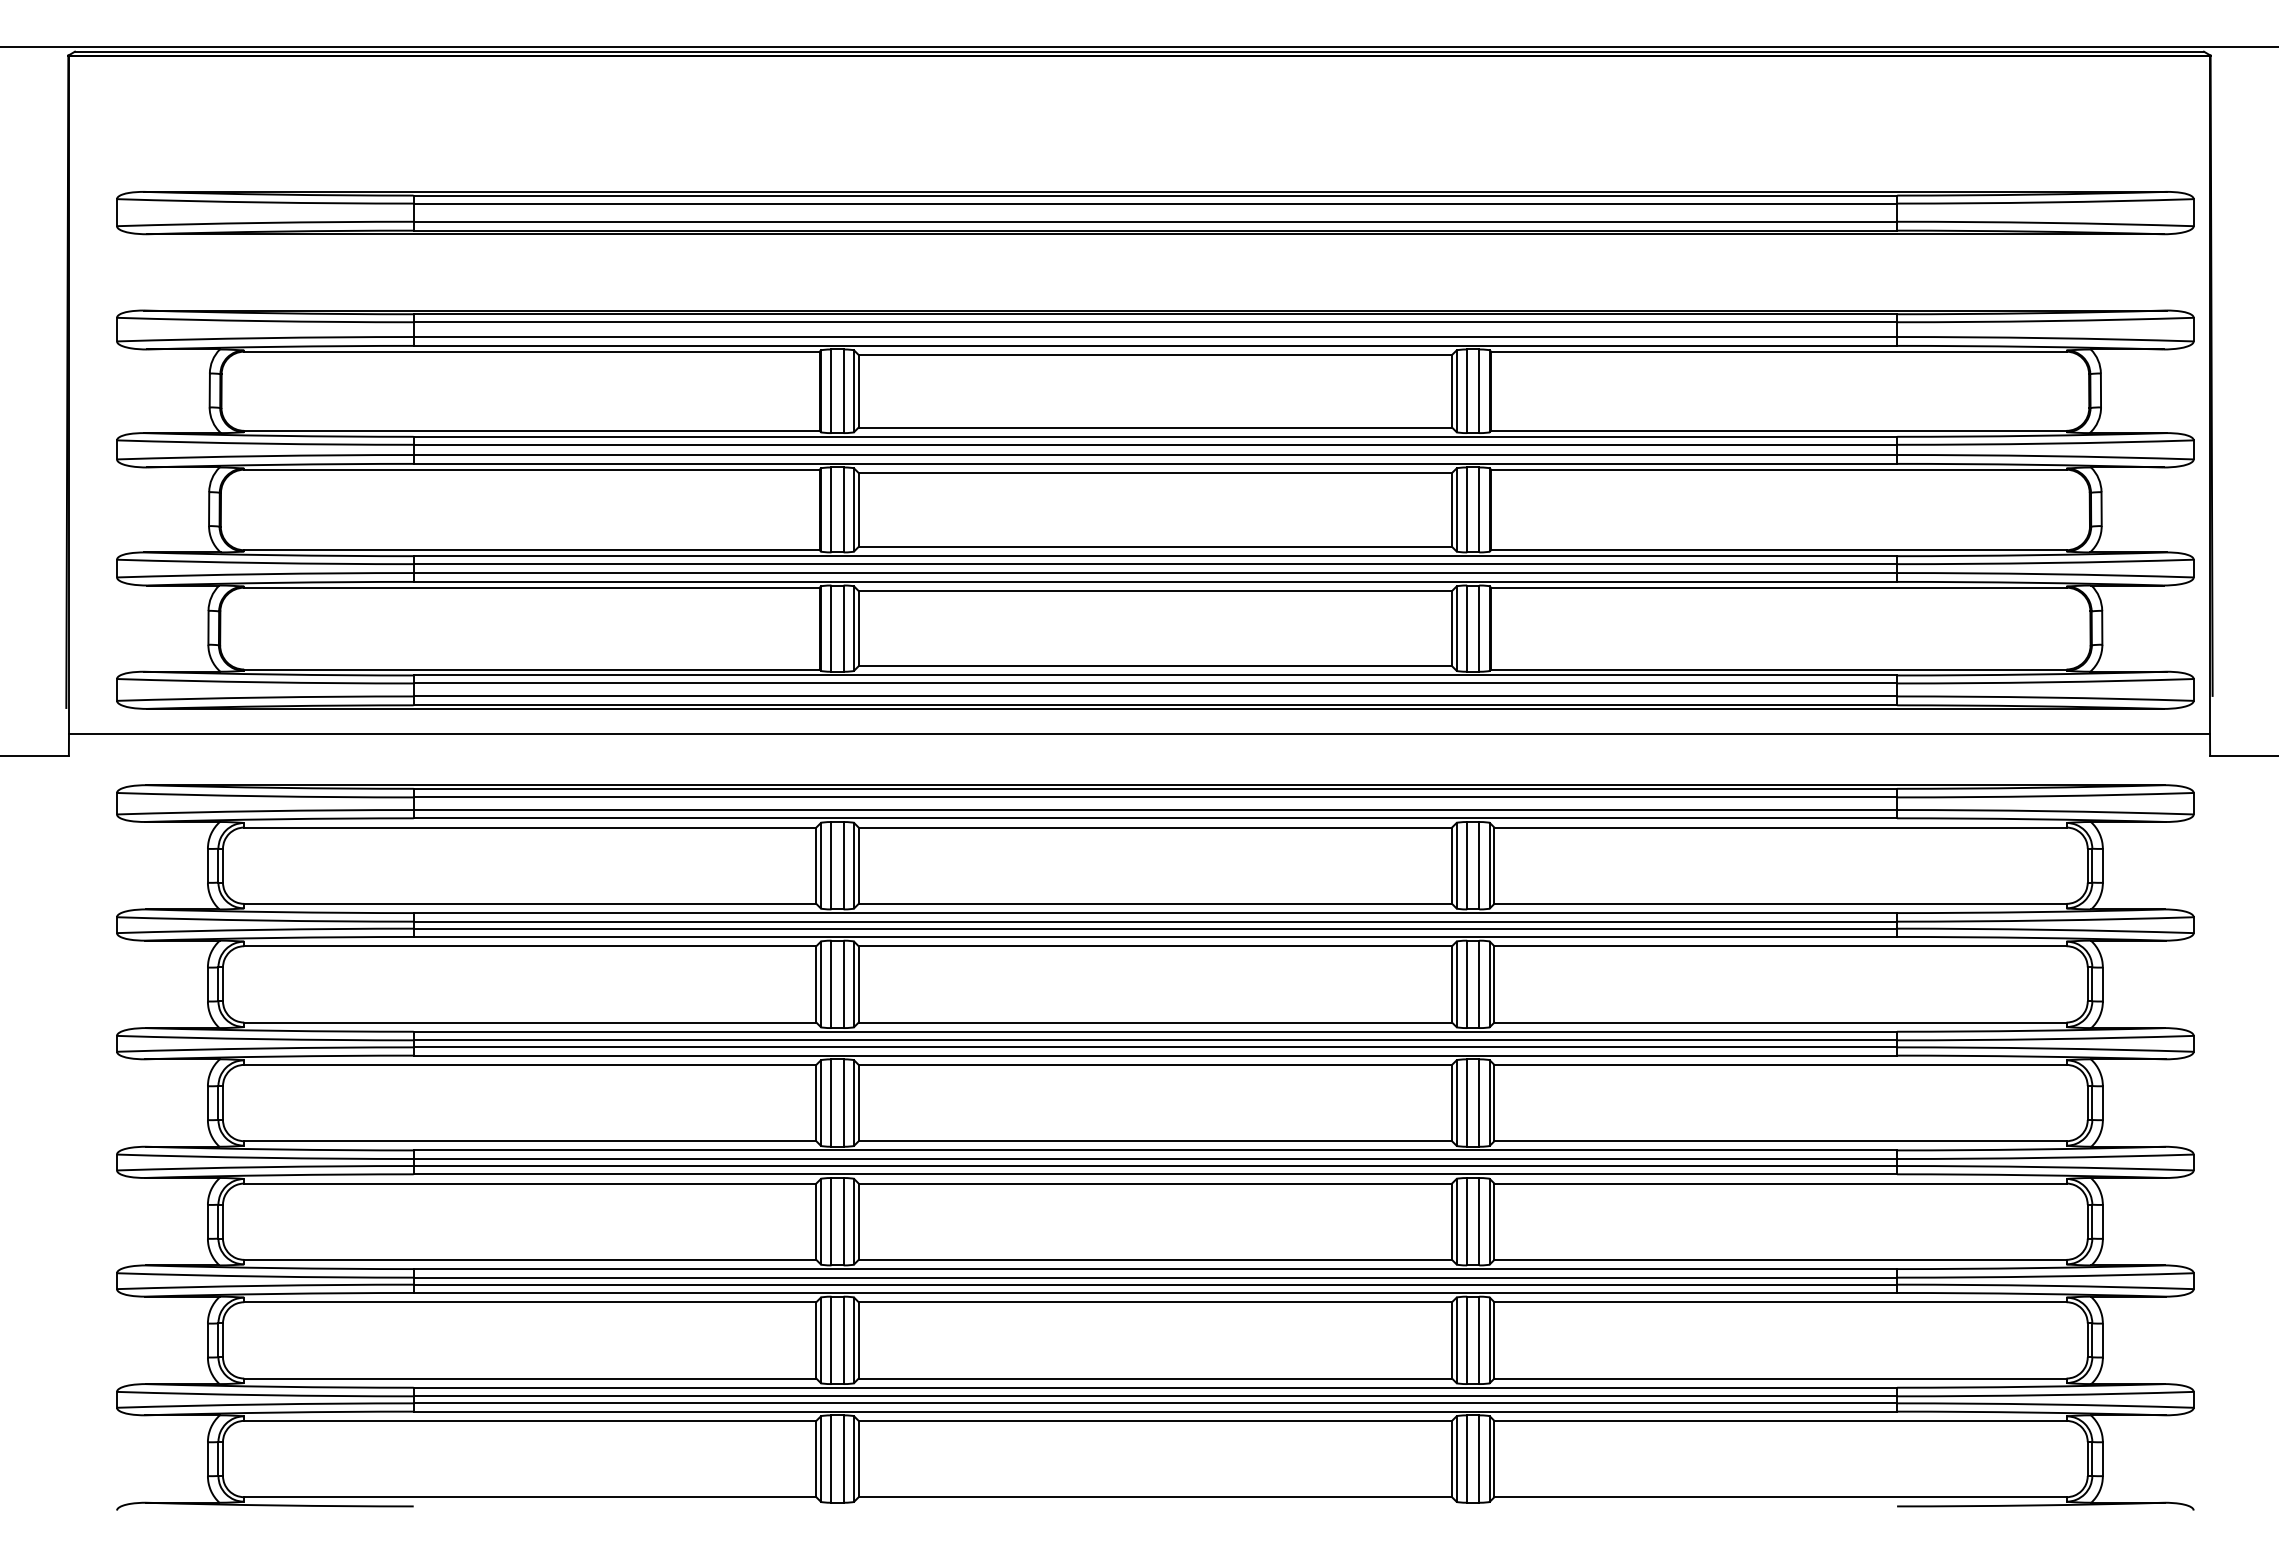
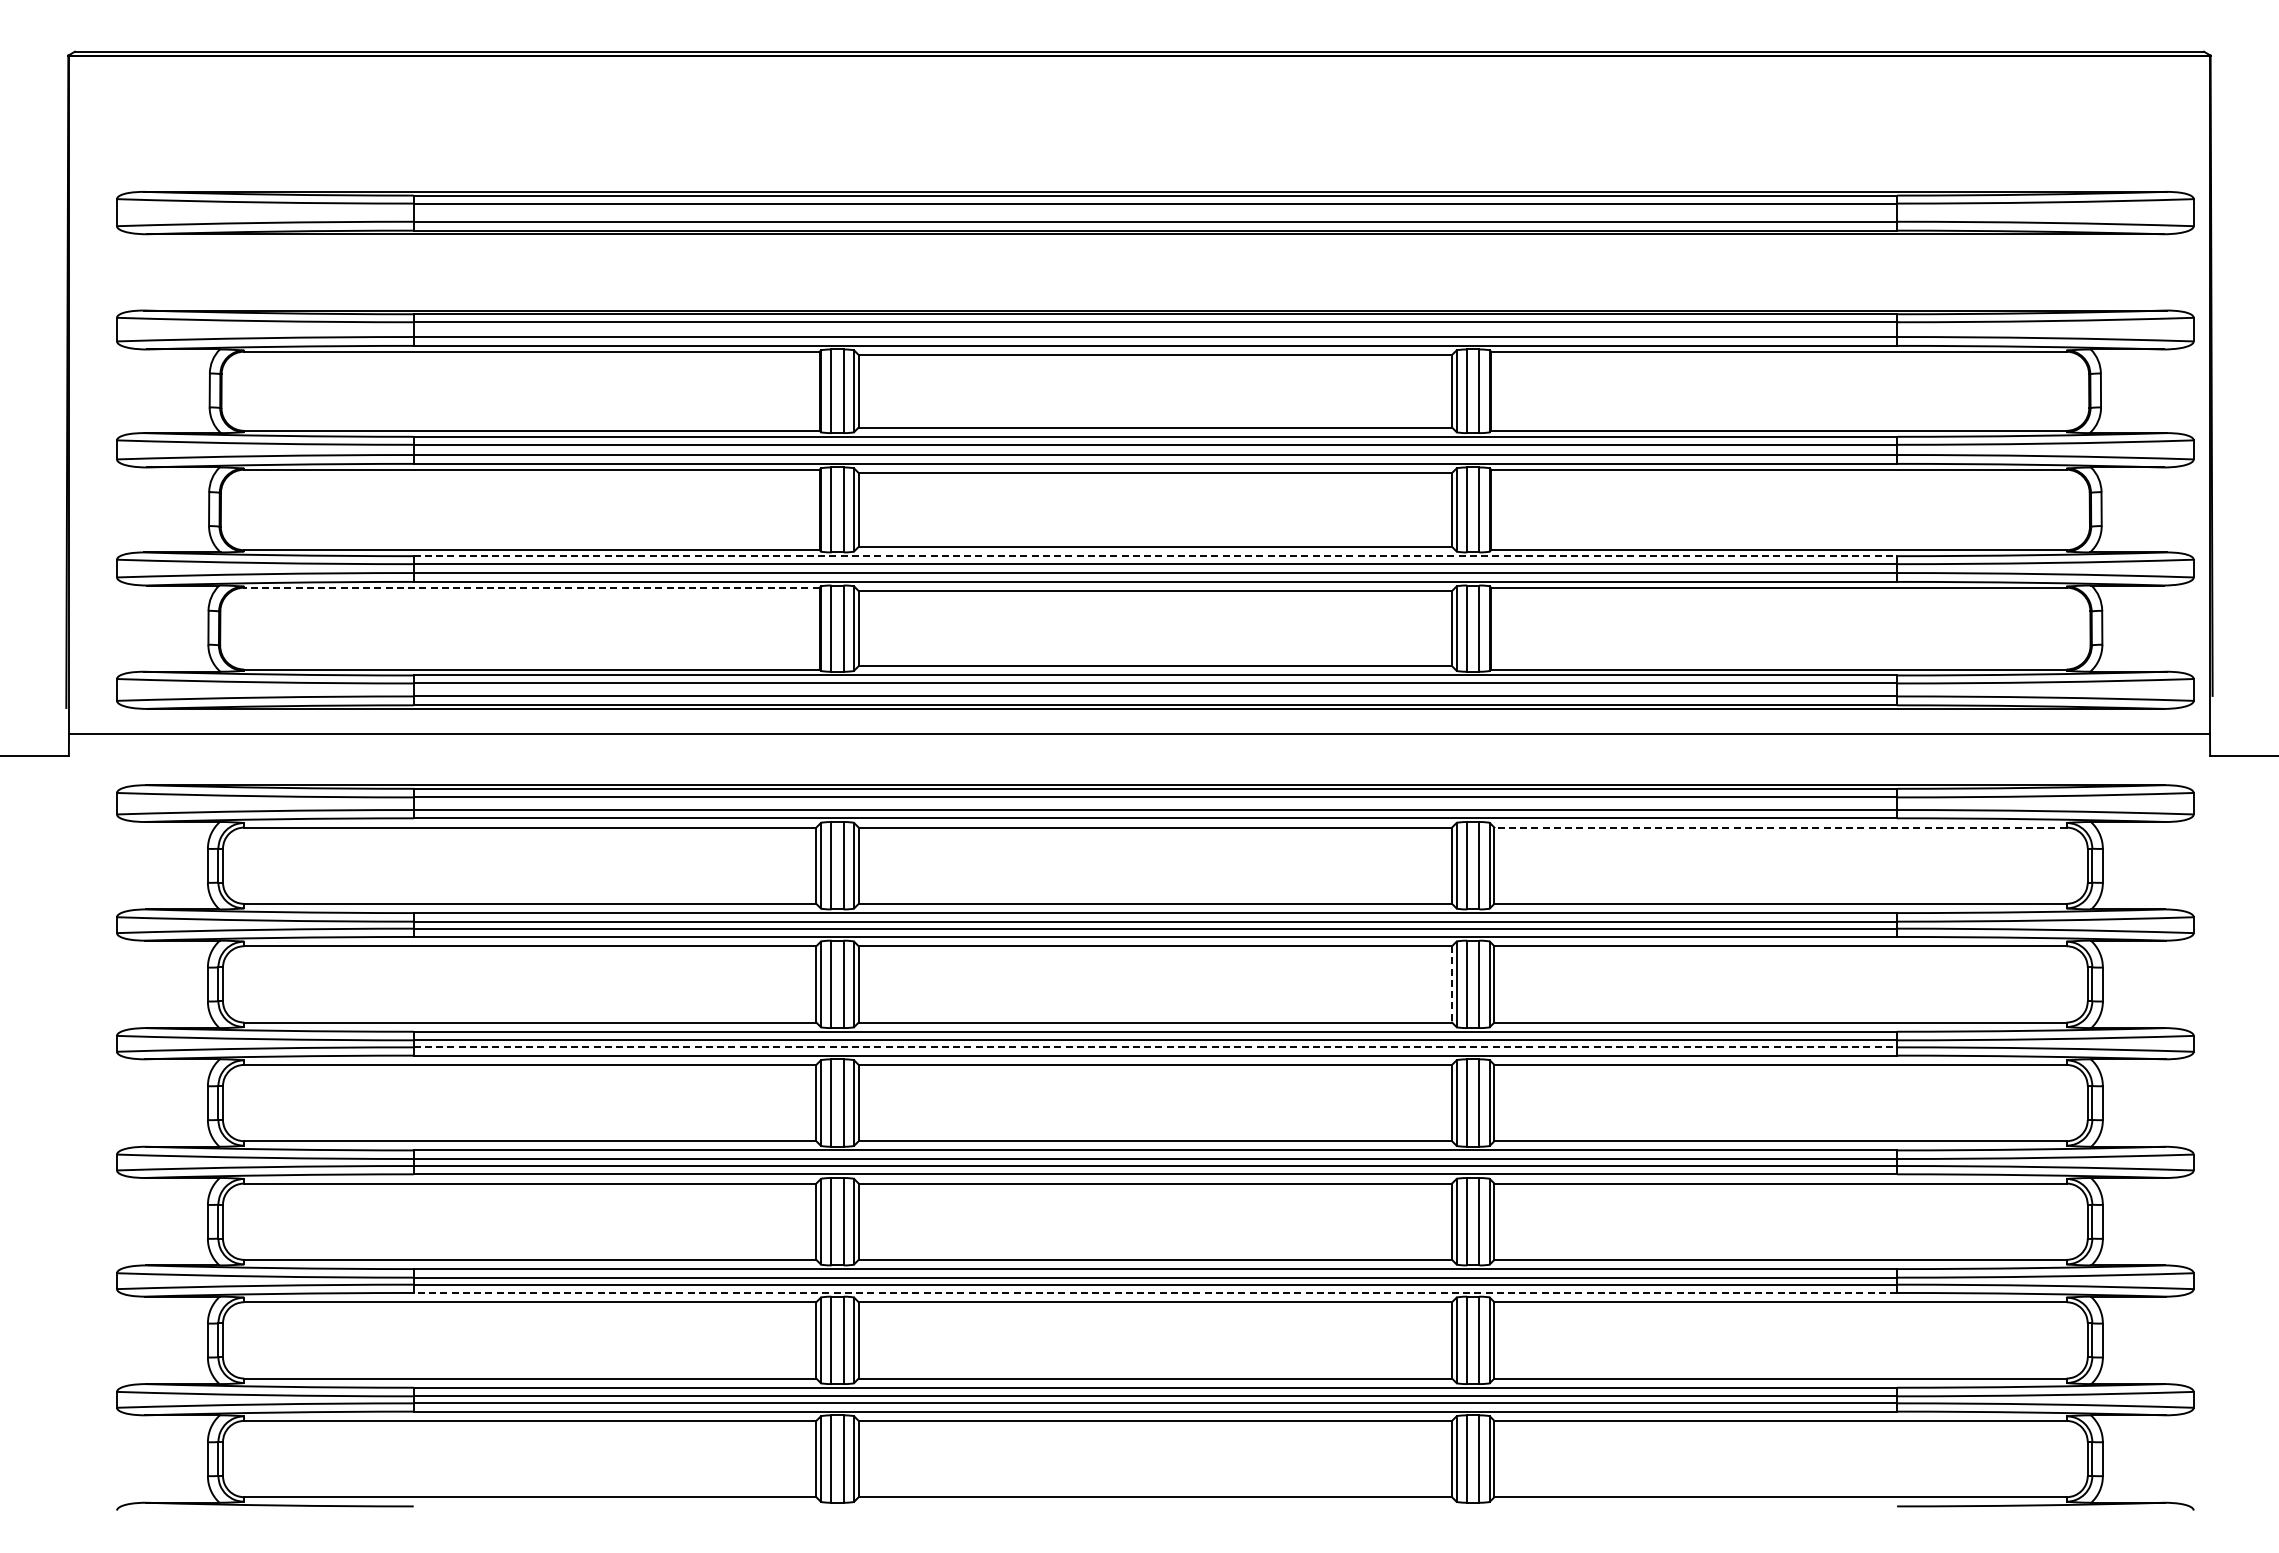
line at (1138, 46): present -> none
line at (1155, 556): solid -> dashed
line at (531, 587): solid -> dashed
line at (1779, 827): solid -> dashed
line at (1452, 984): solid -> dashed
line at (1155, 1047): solid -> dashed
line at (1155, 1292): solid -> dashed
